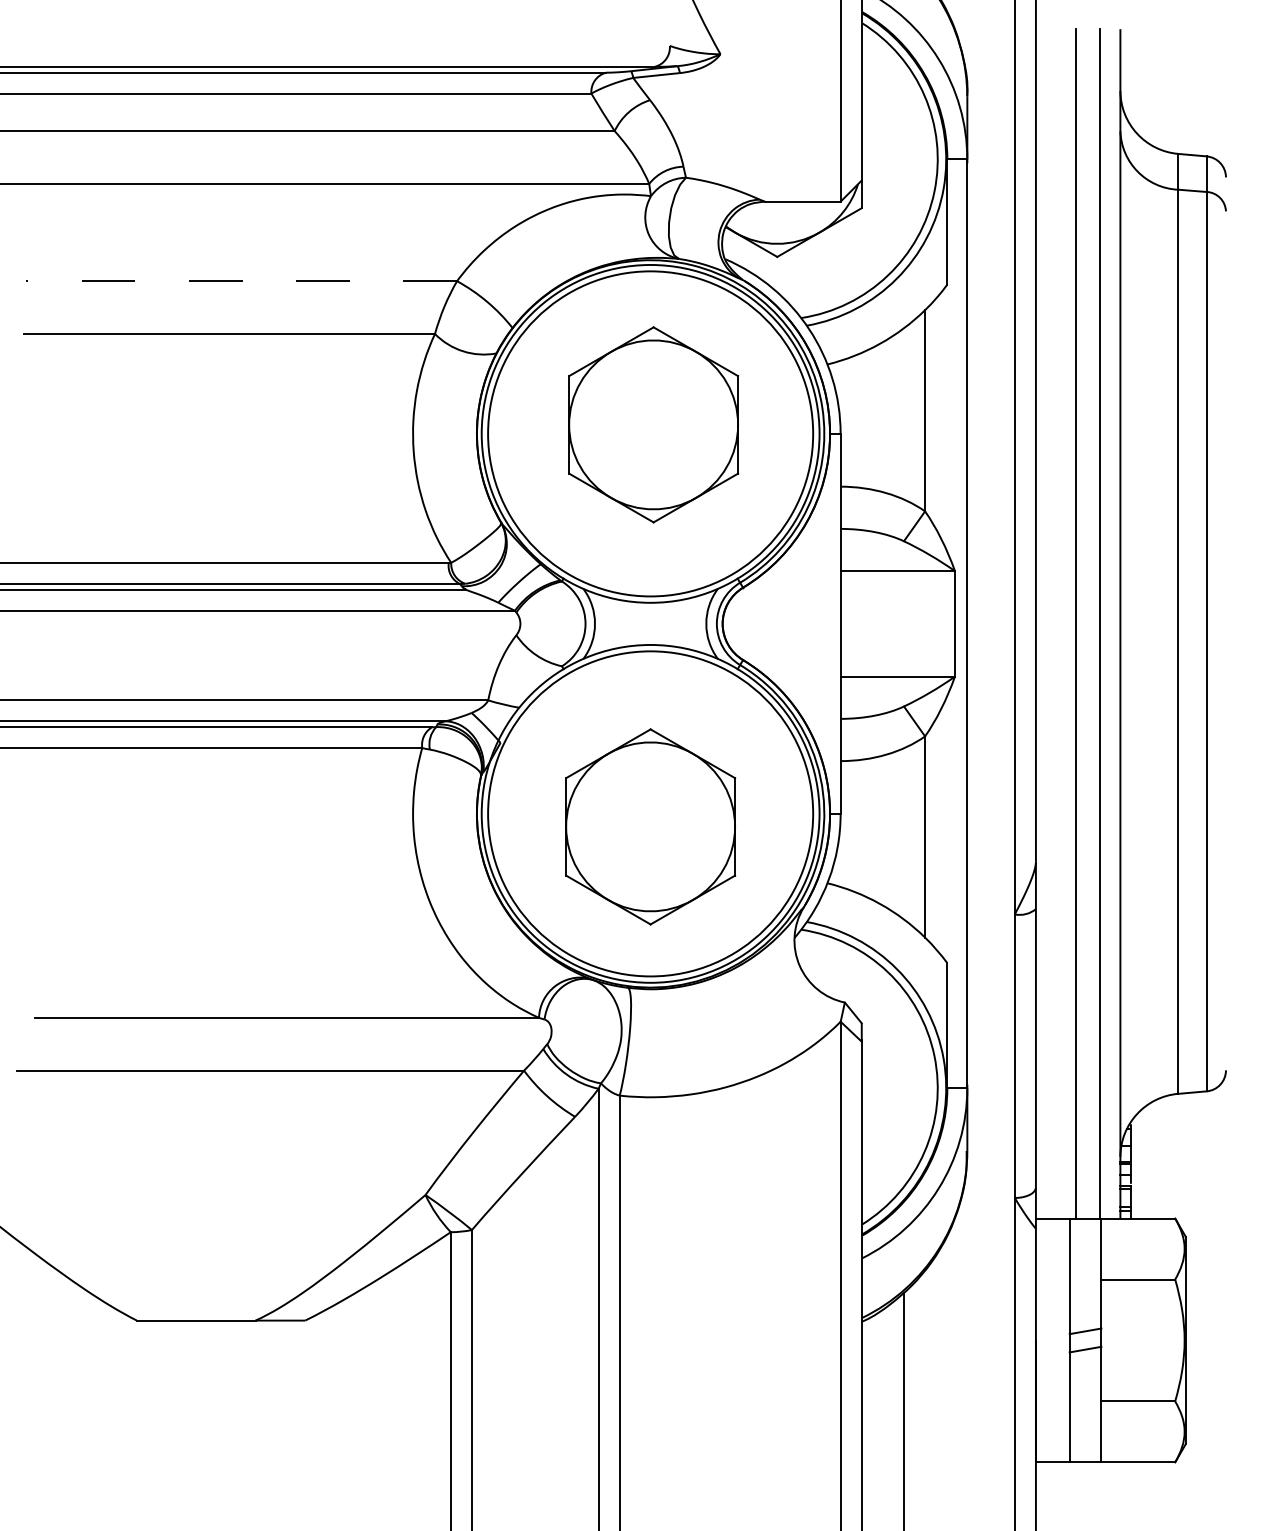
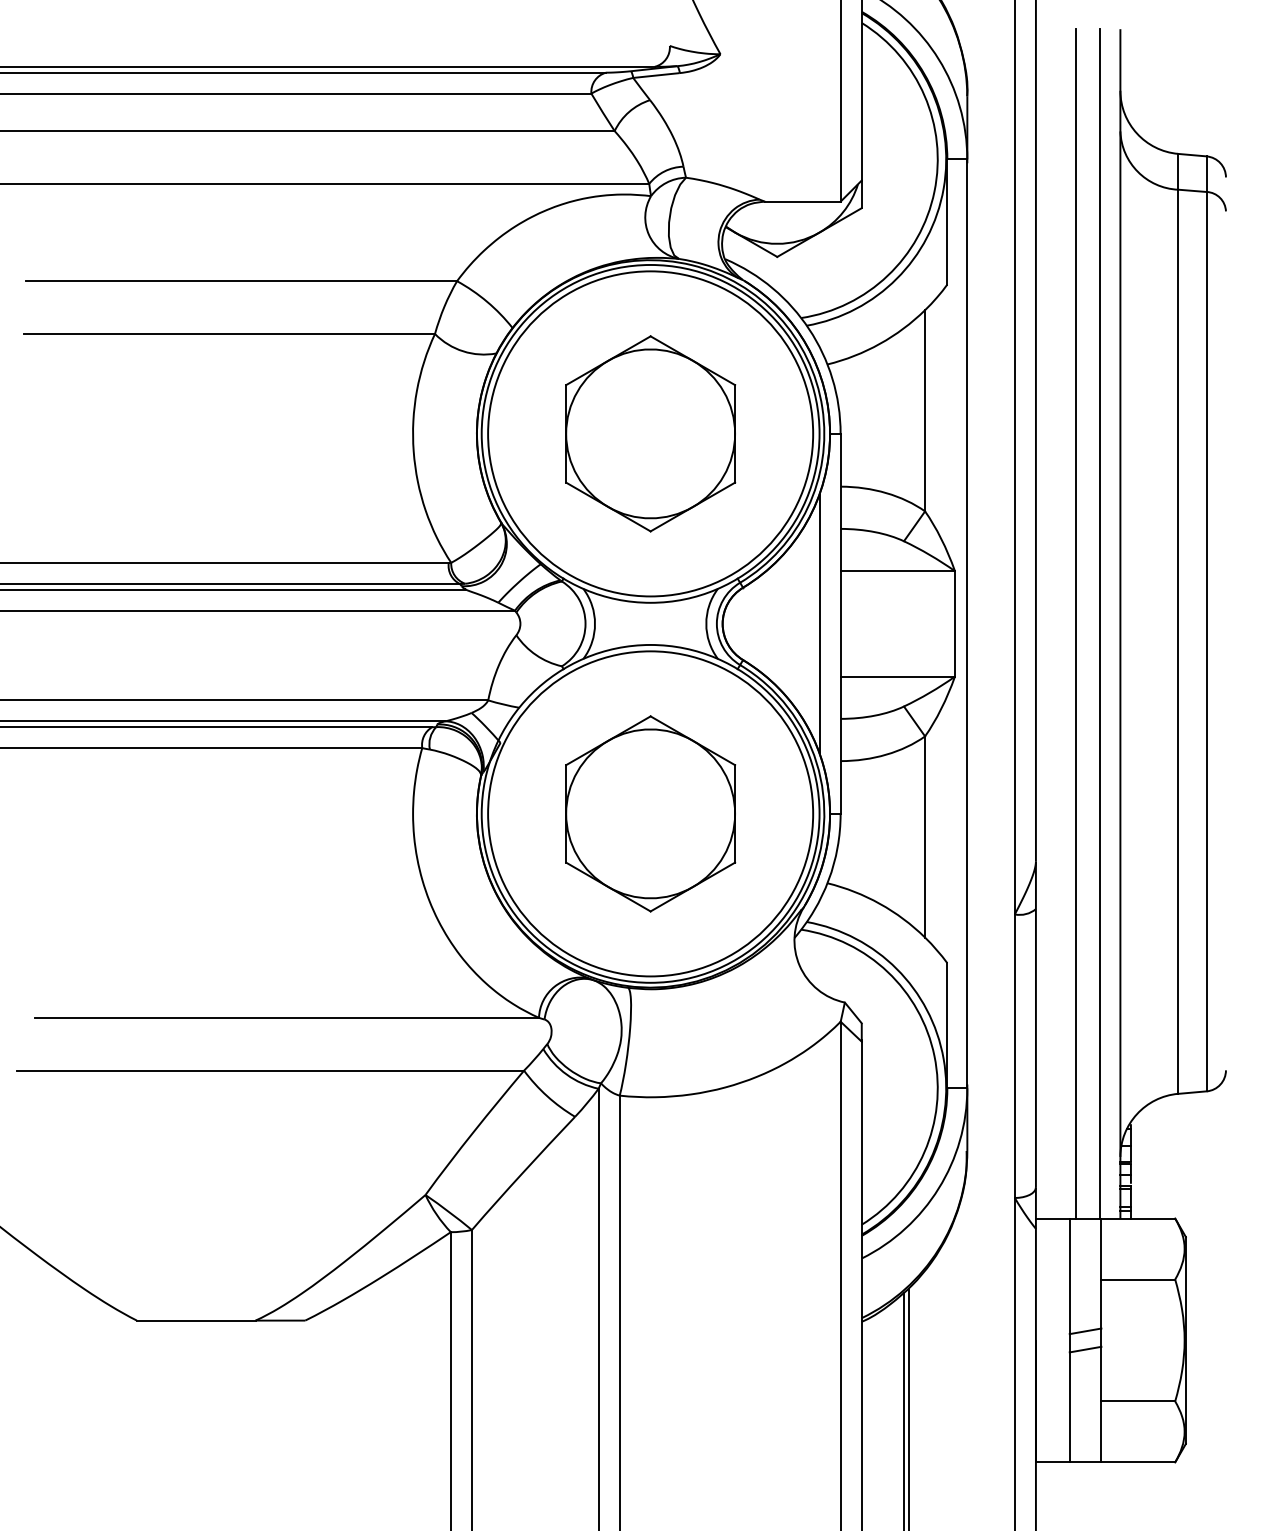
line at (241, 281): dashed -> solid
part at (653, 424) position: (653, 424) -> (650, 433)
line at (819, 623): none -> present
part at (650, 826) position: (650, 826) -> (650, 813)
line at (909, 1408): none -> present
